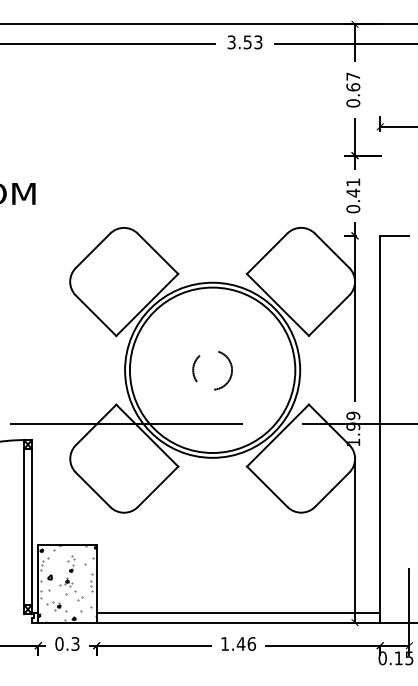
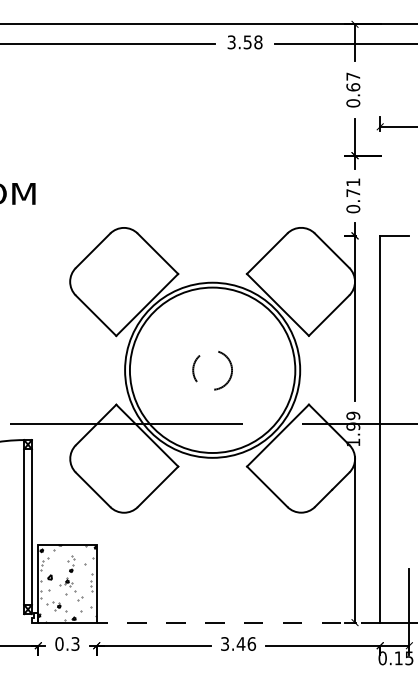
text at (258, 42): 3.53 -> 3.58
text at (353, 192): 0.41 -> 0.71
line at (238, 612): present -> none
line at (238, 622): solid -> dashed
text at (224, 643): 1.46 -> 3.46
